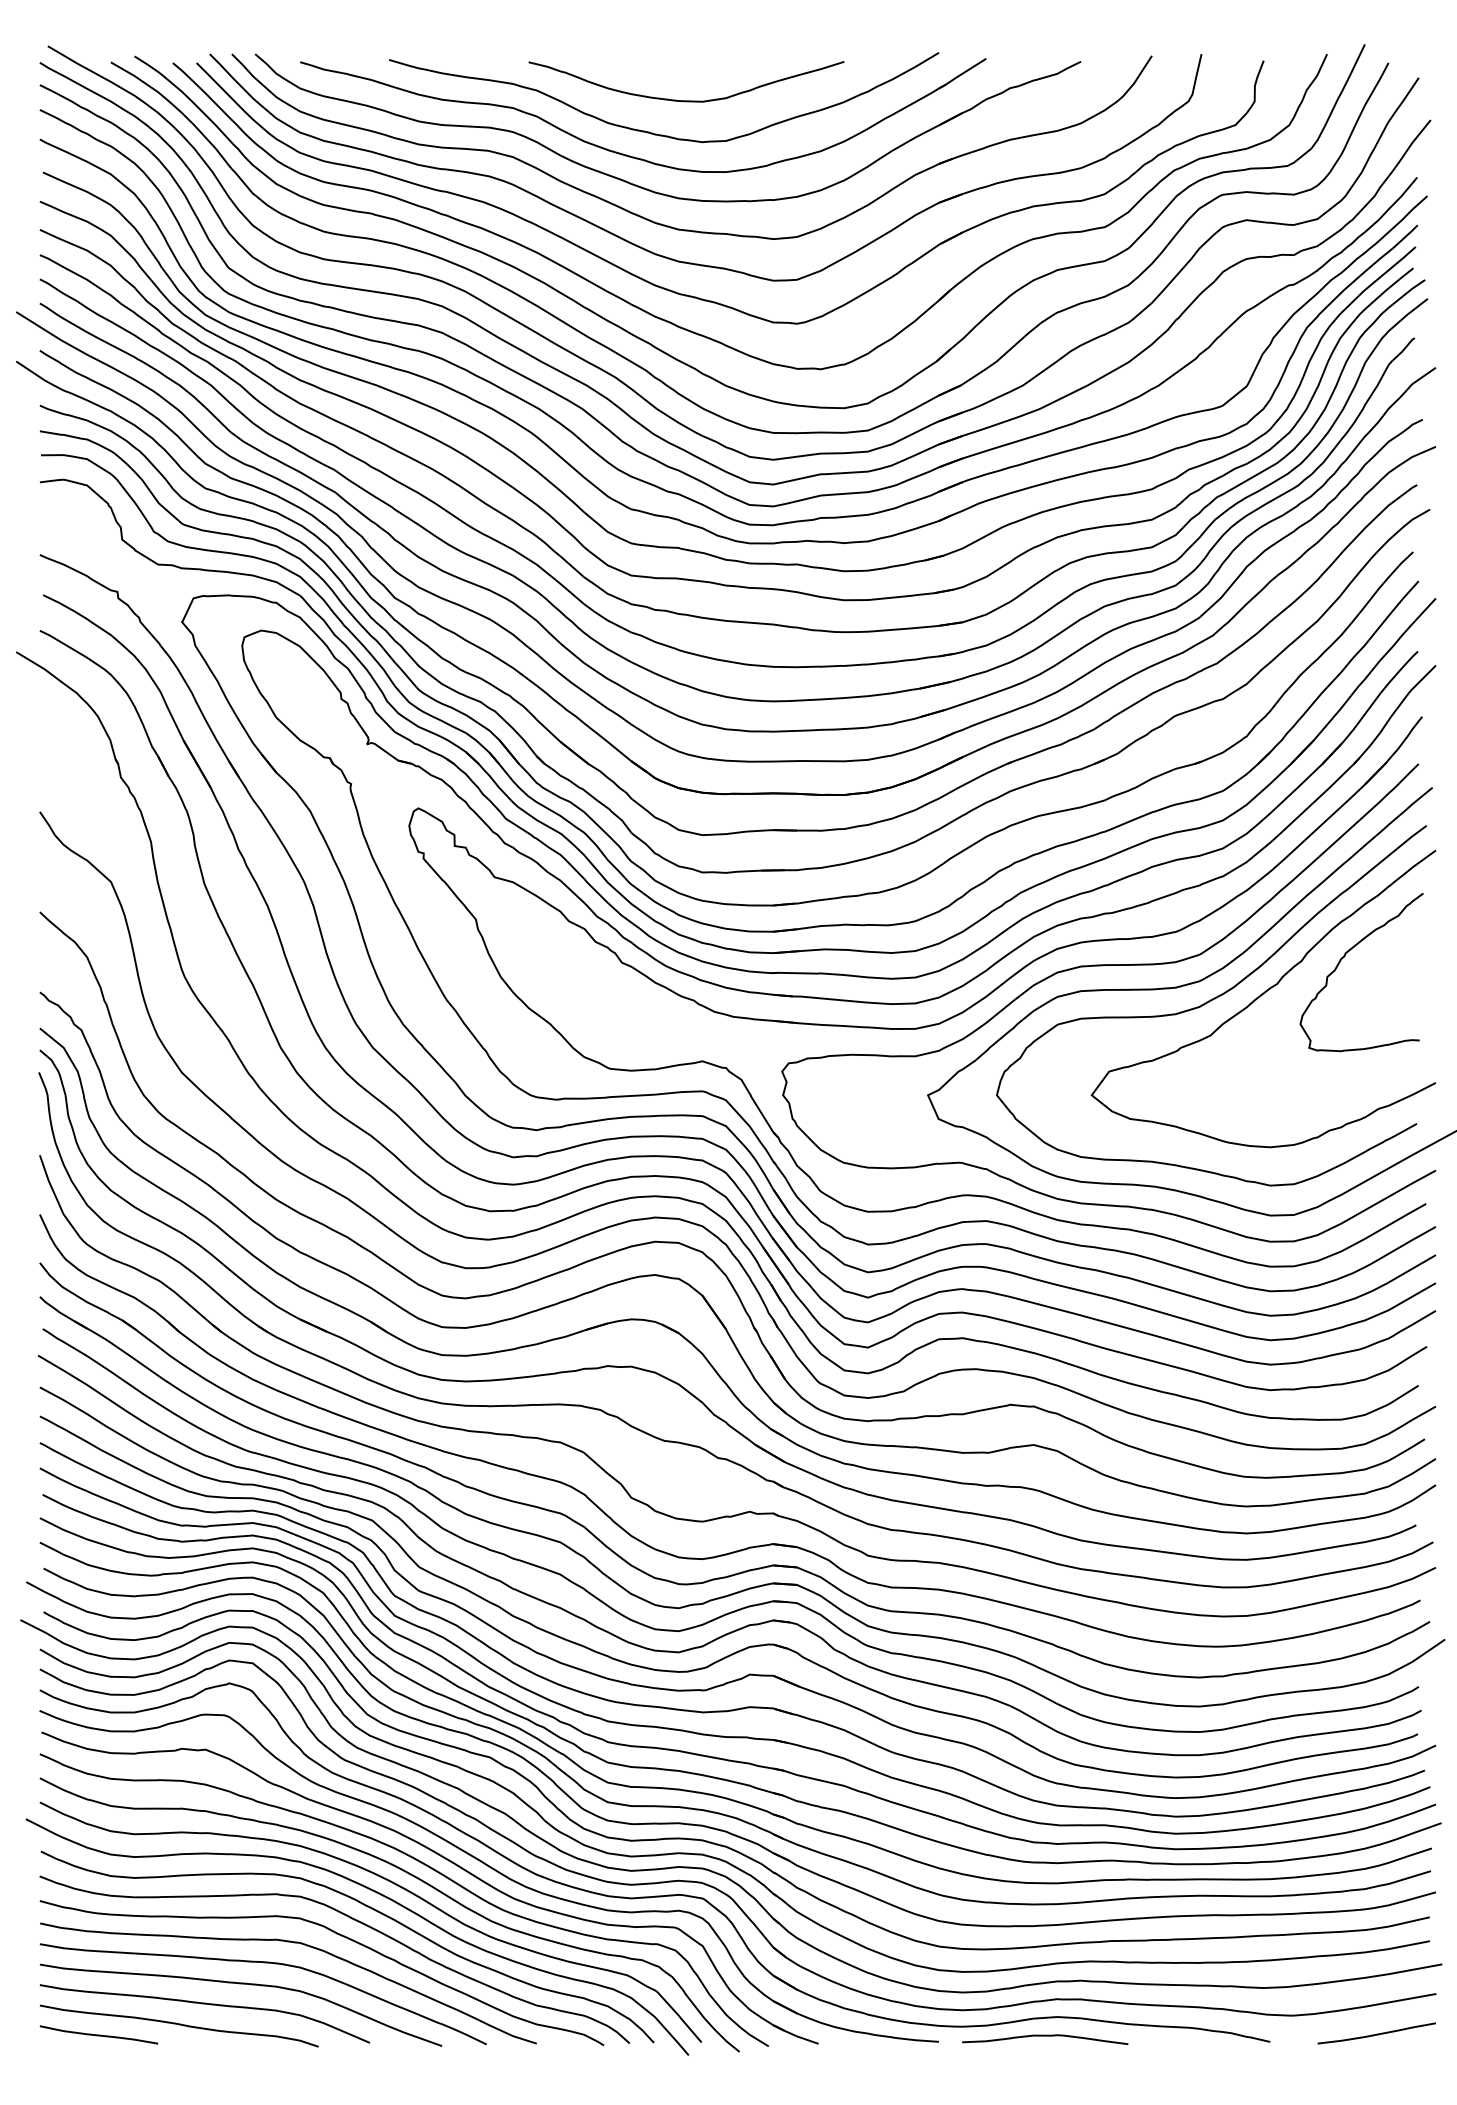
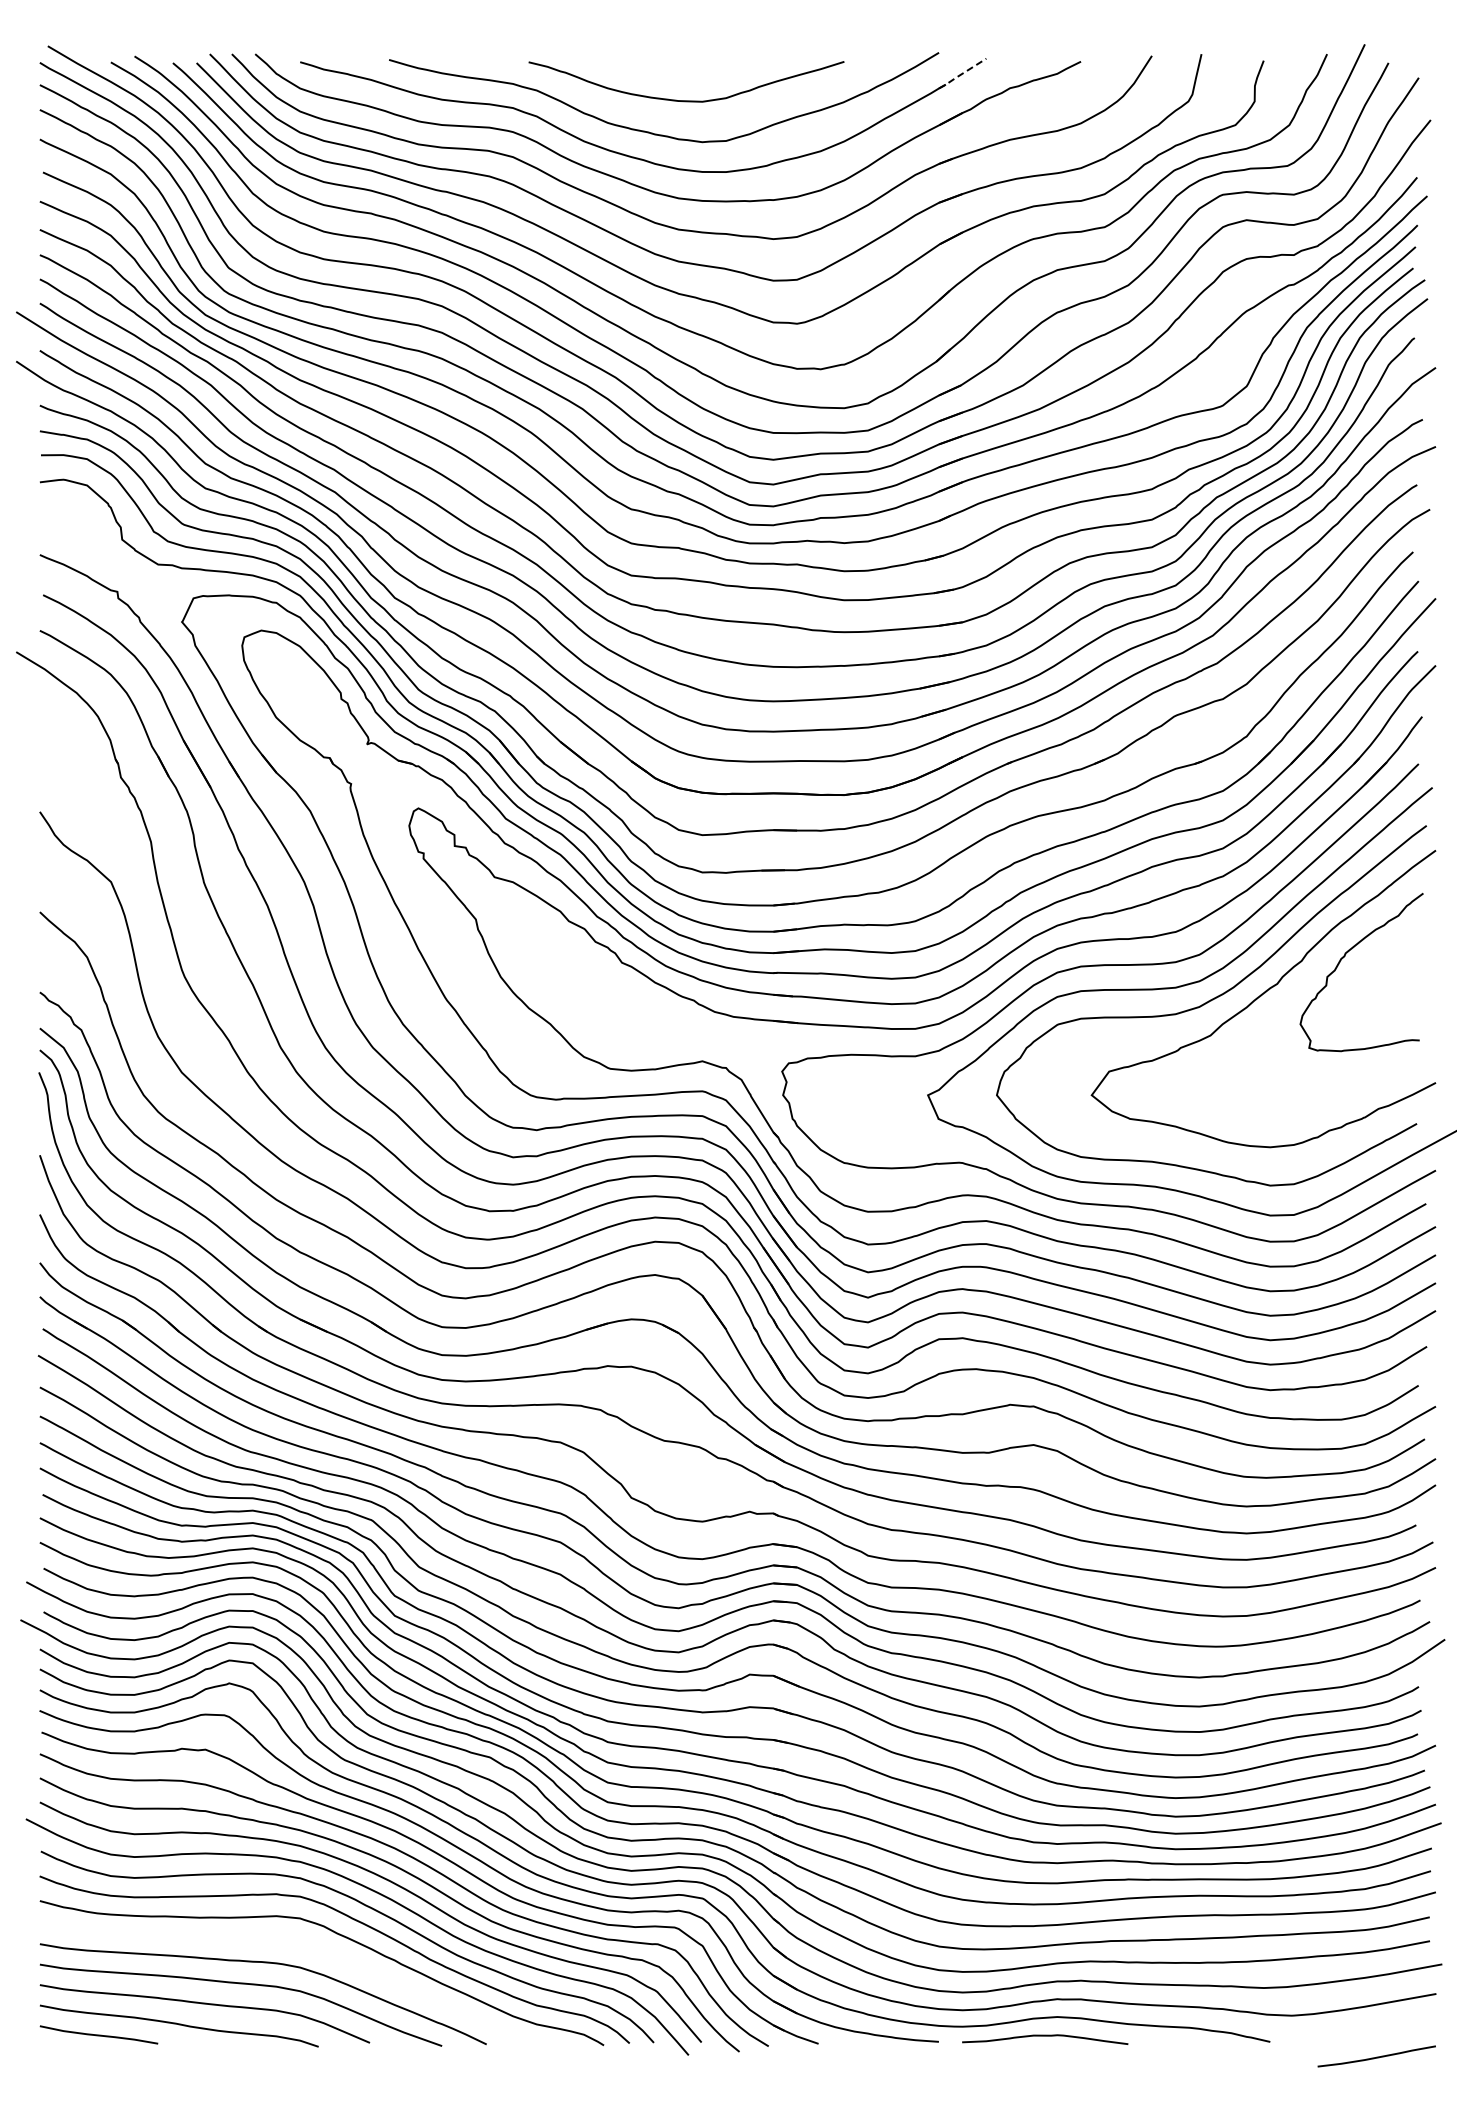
line at (961, 74): solid -> dashed
curve at (293, 1943): present -> none
curve at (1376, 2033) position: (1376, 2033) -> (1376, 2056)
